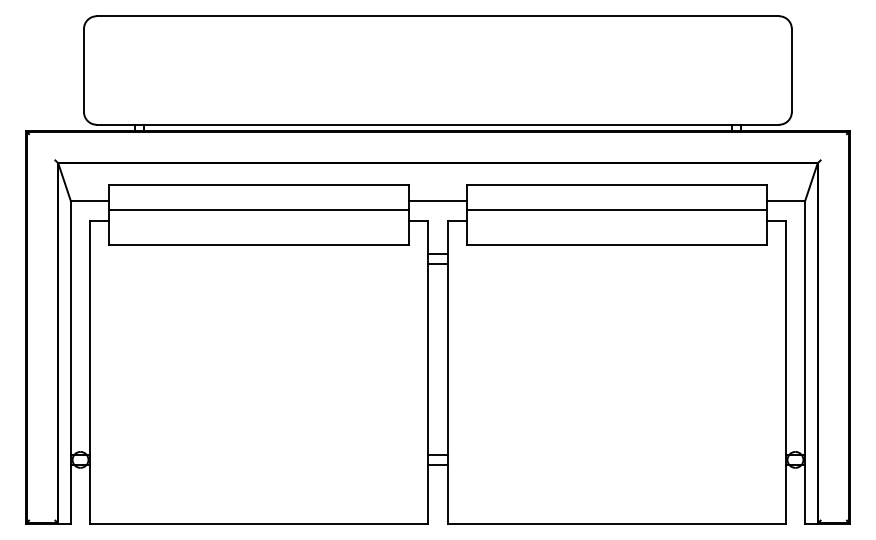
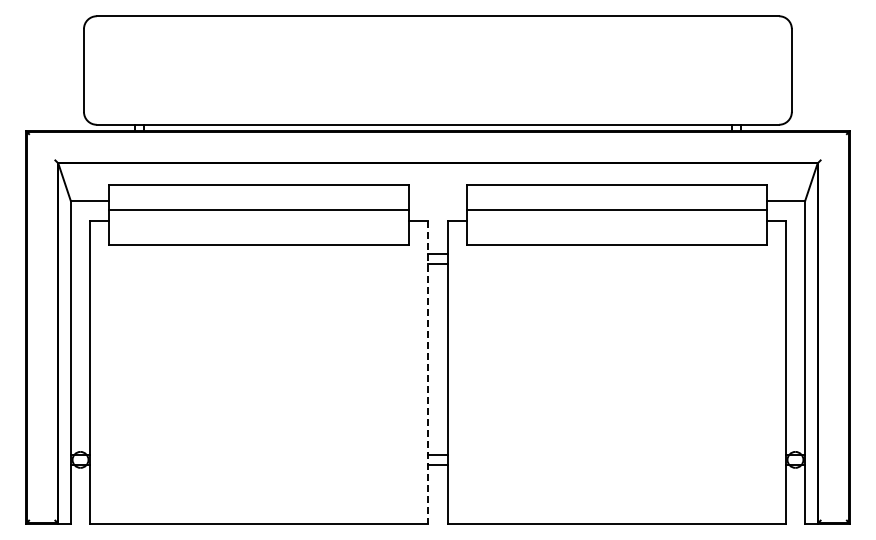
line at (437, 201): present -> none
line at (428, 372): solid -> dashed
